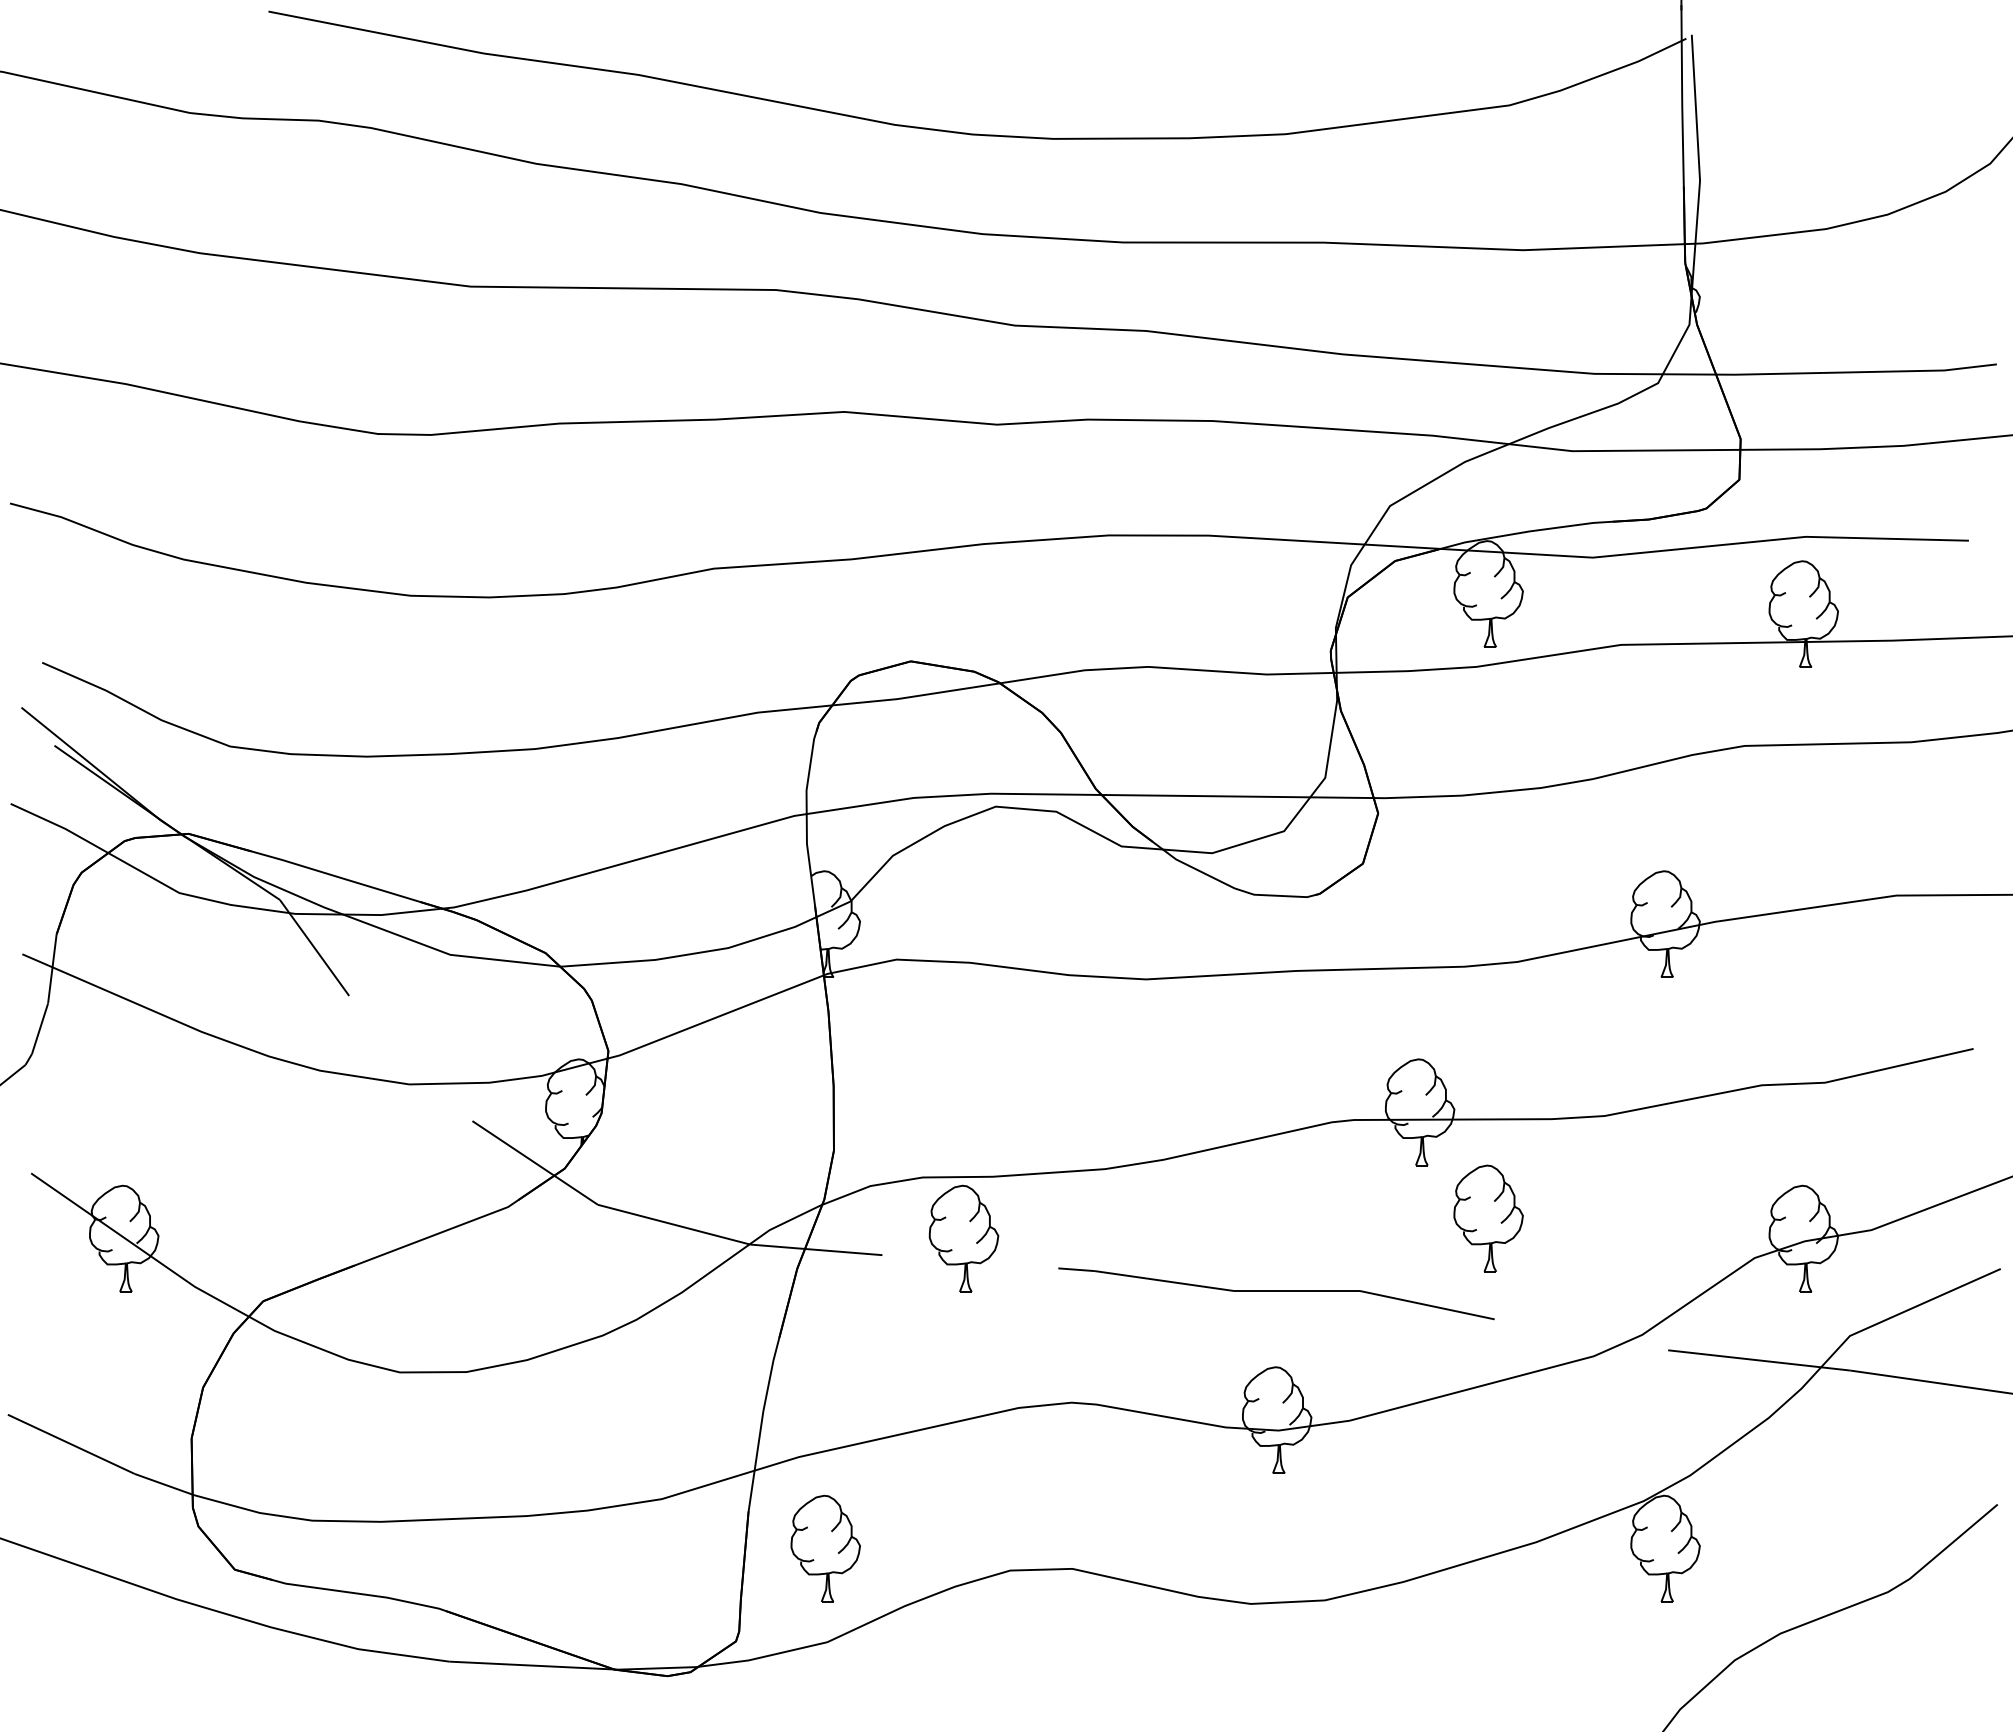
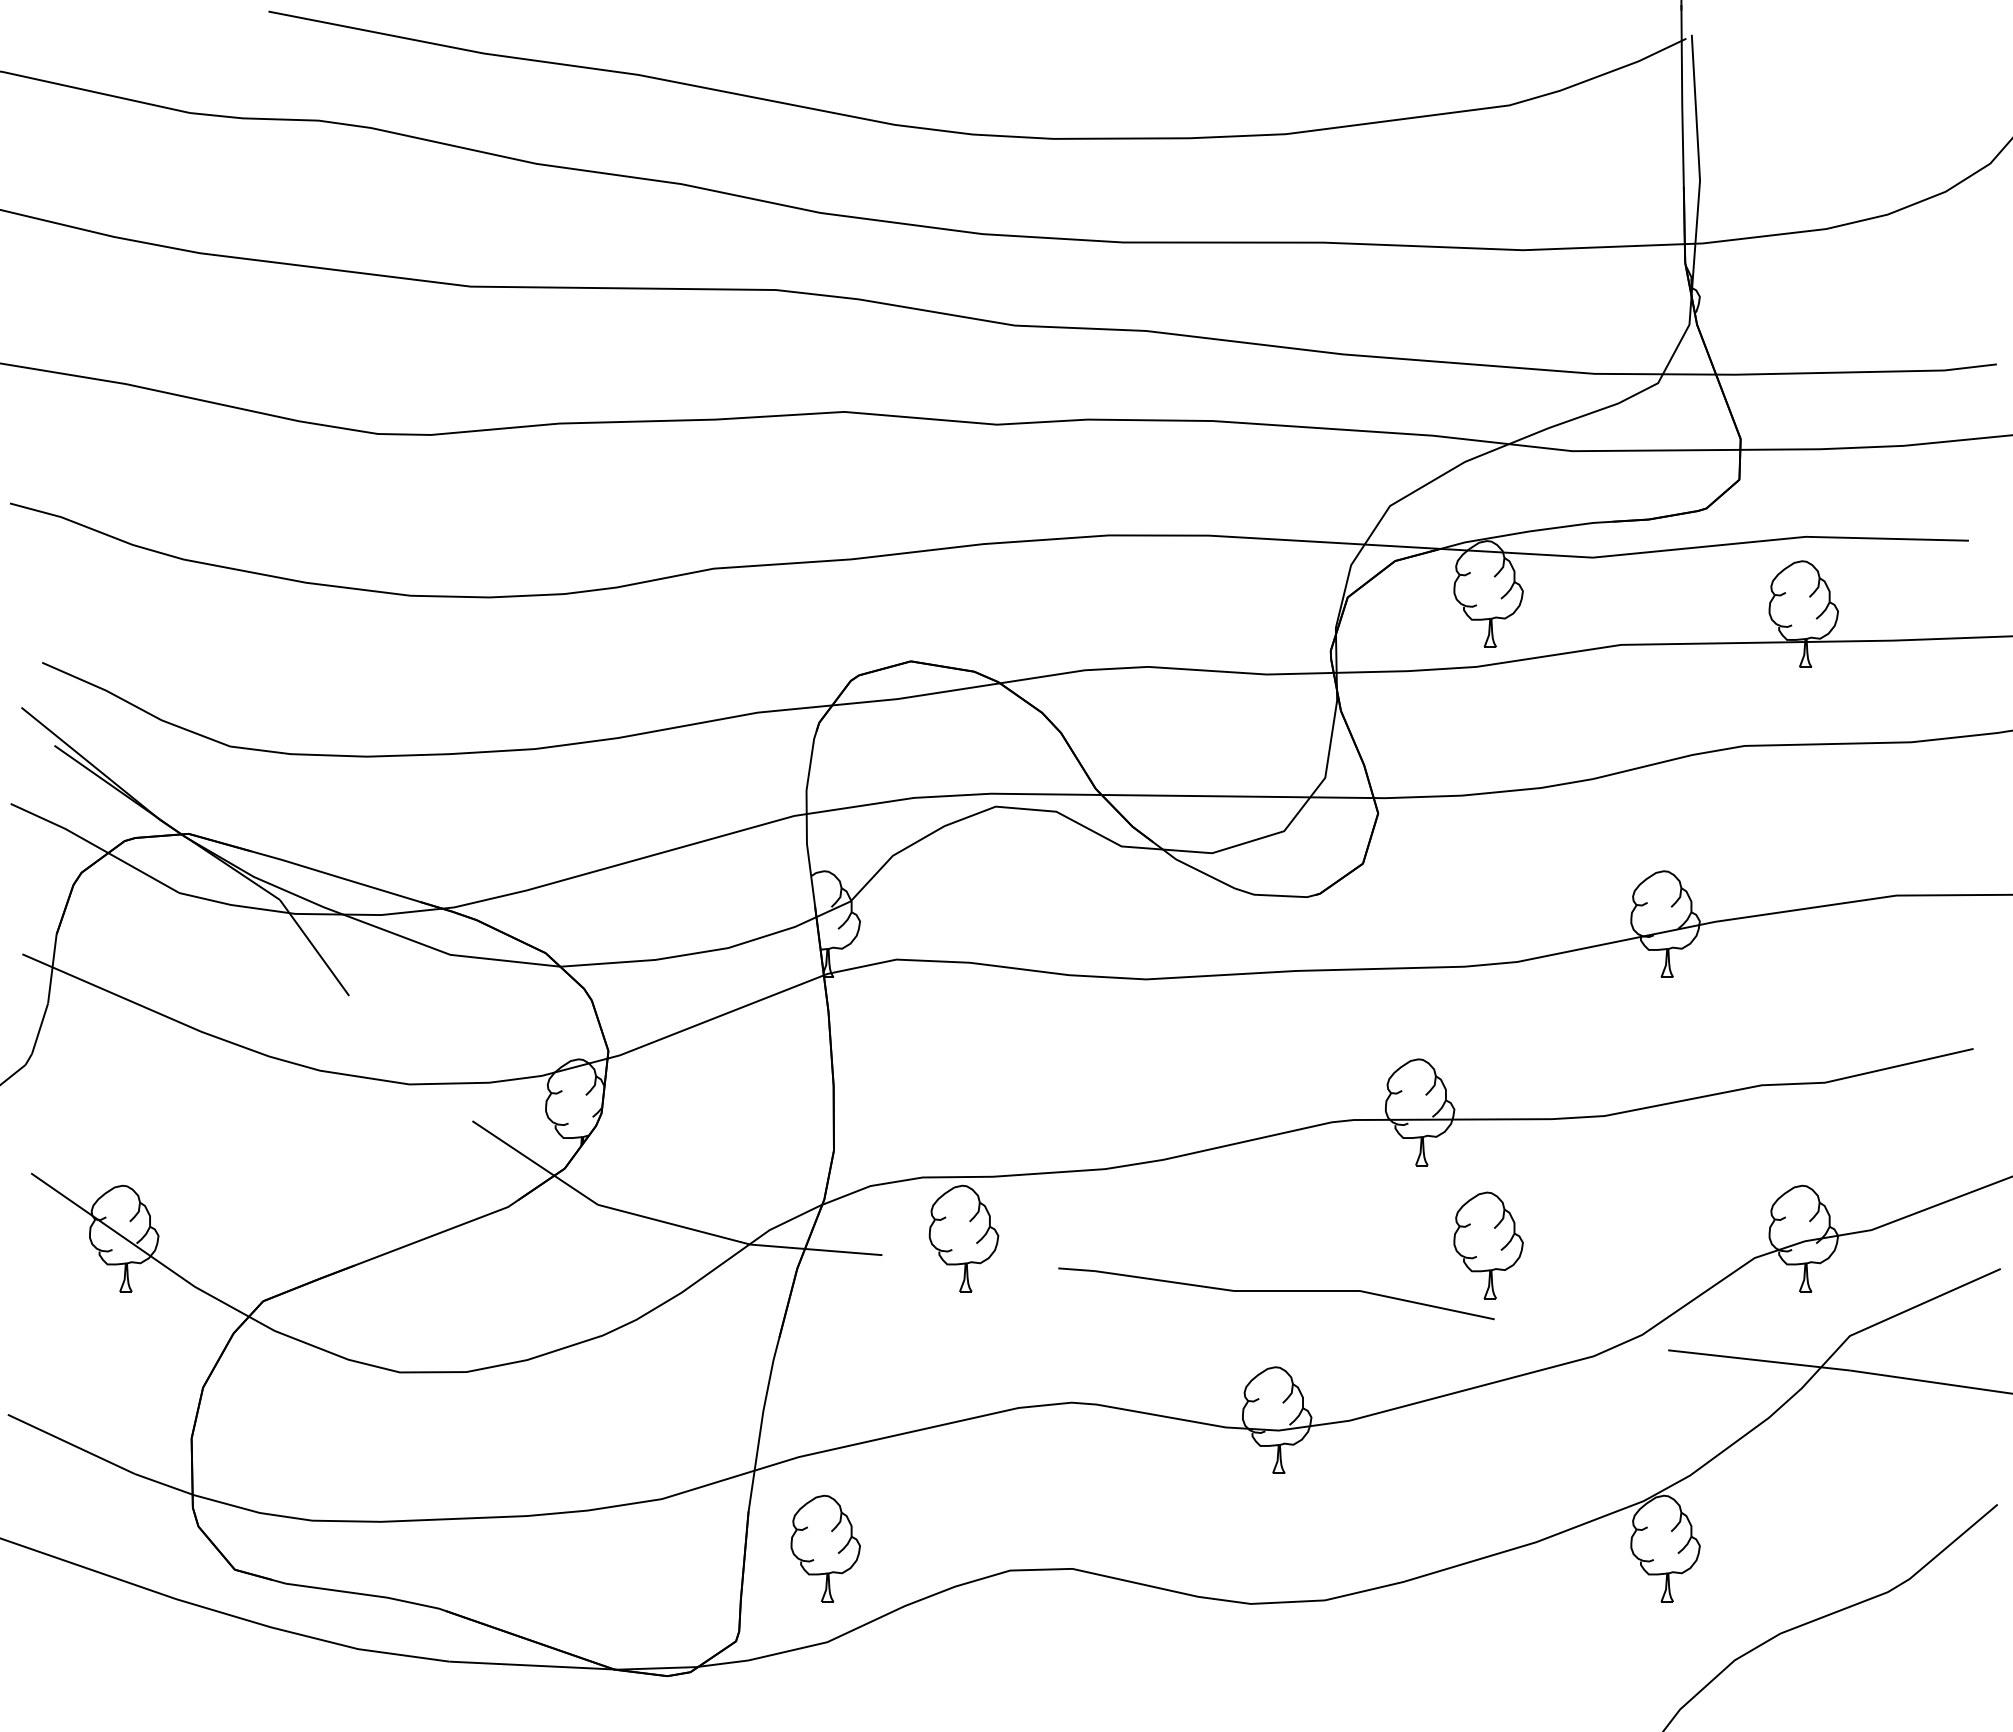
part at (1488, 1218) position: (1488, 1218) -> (1488, 1245)
